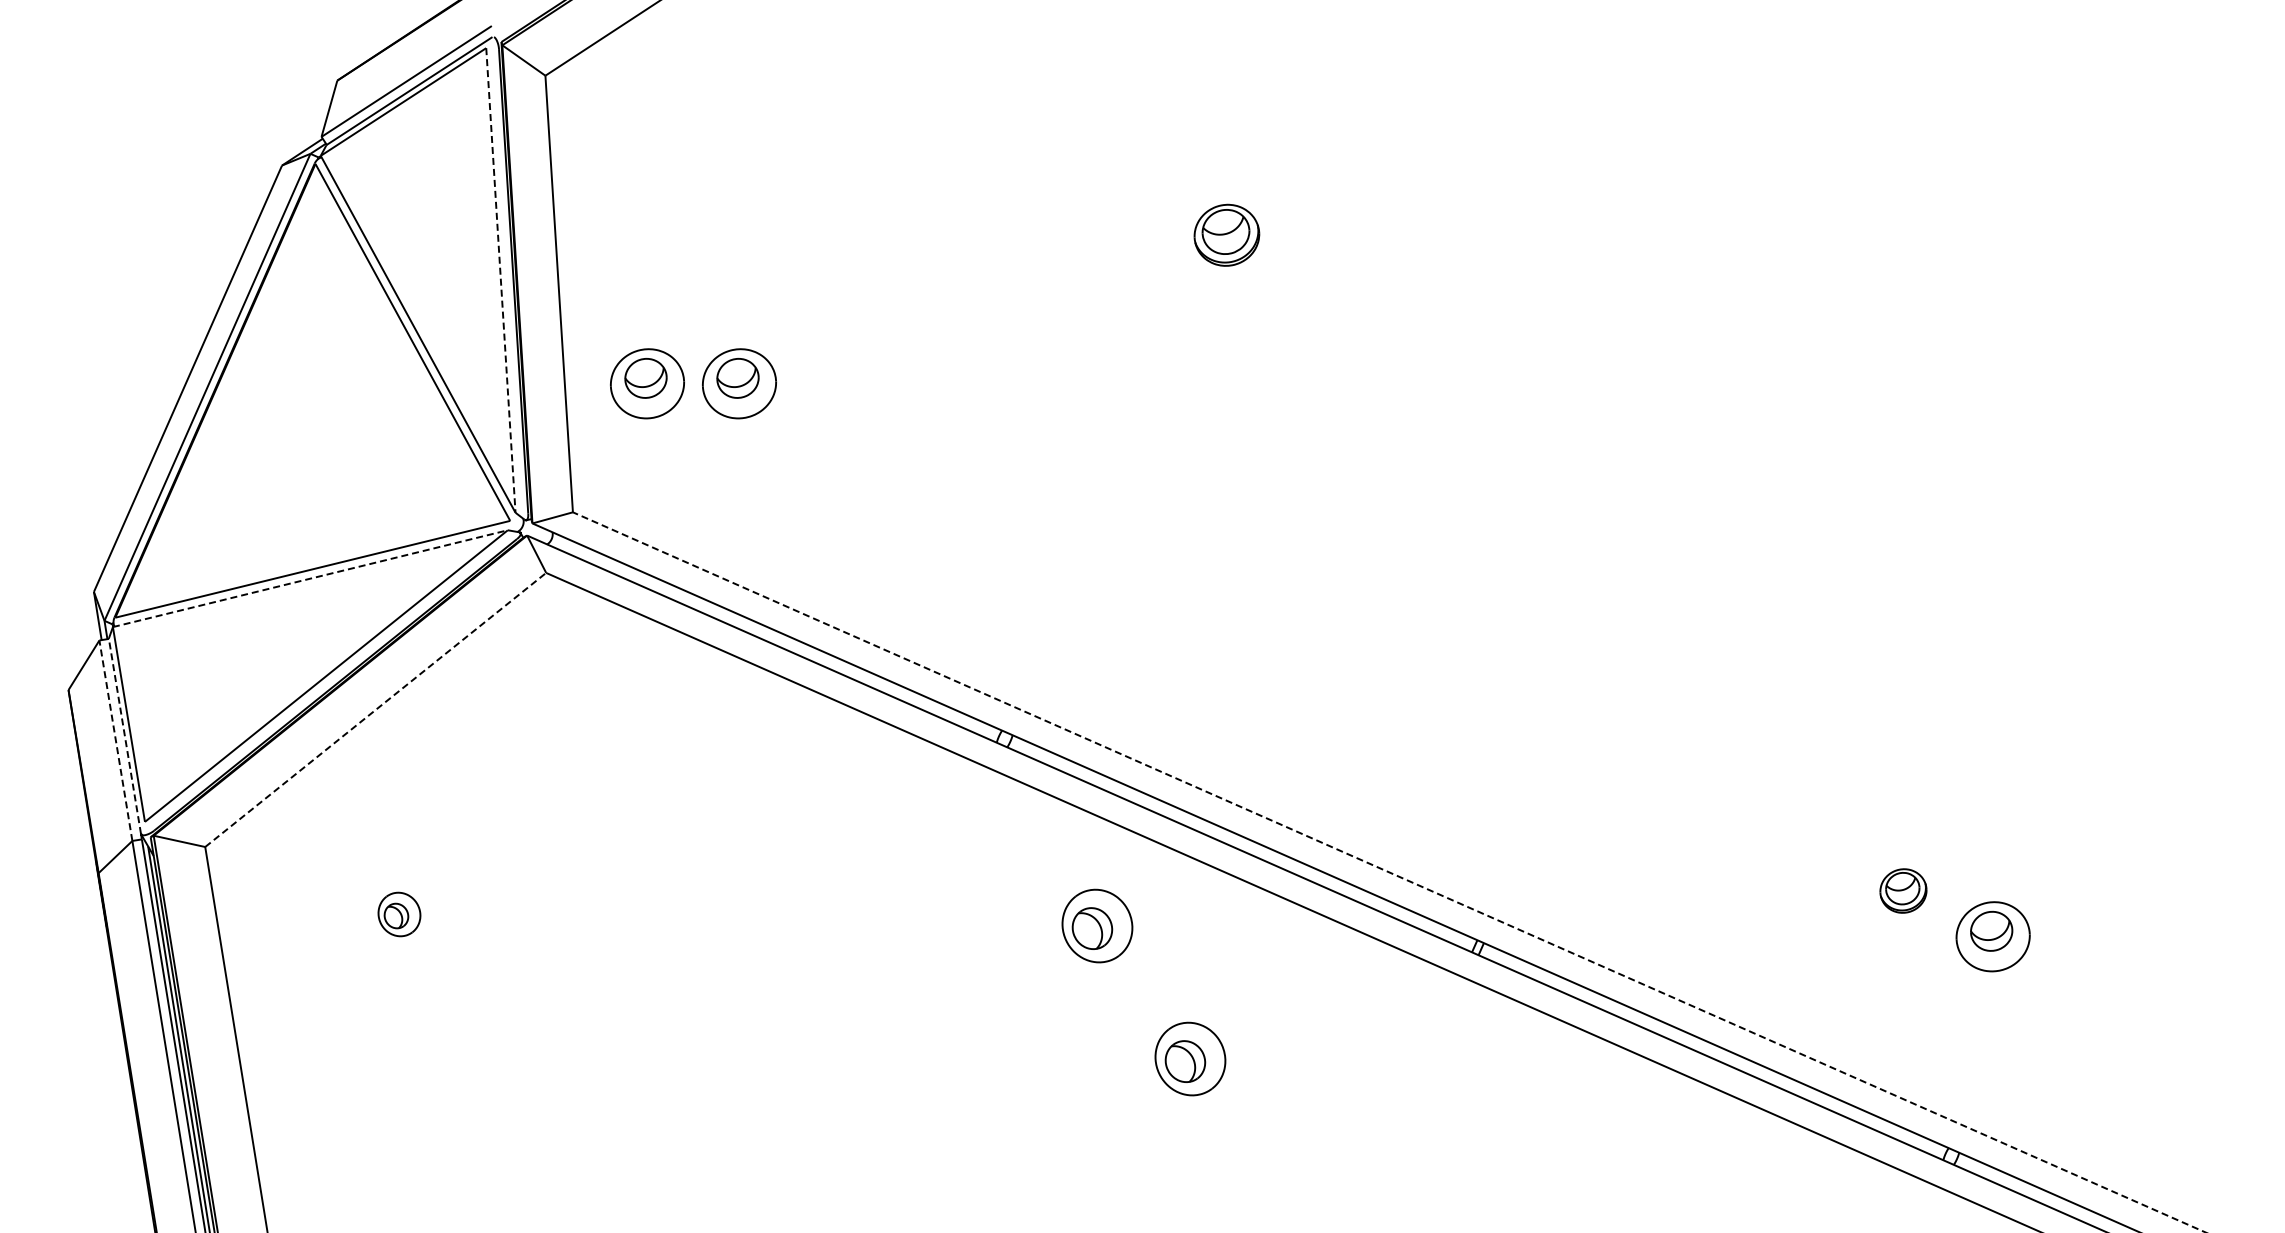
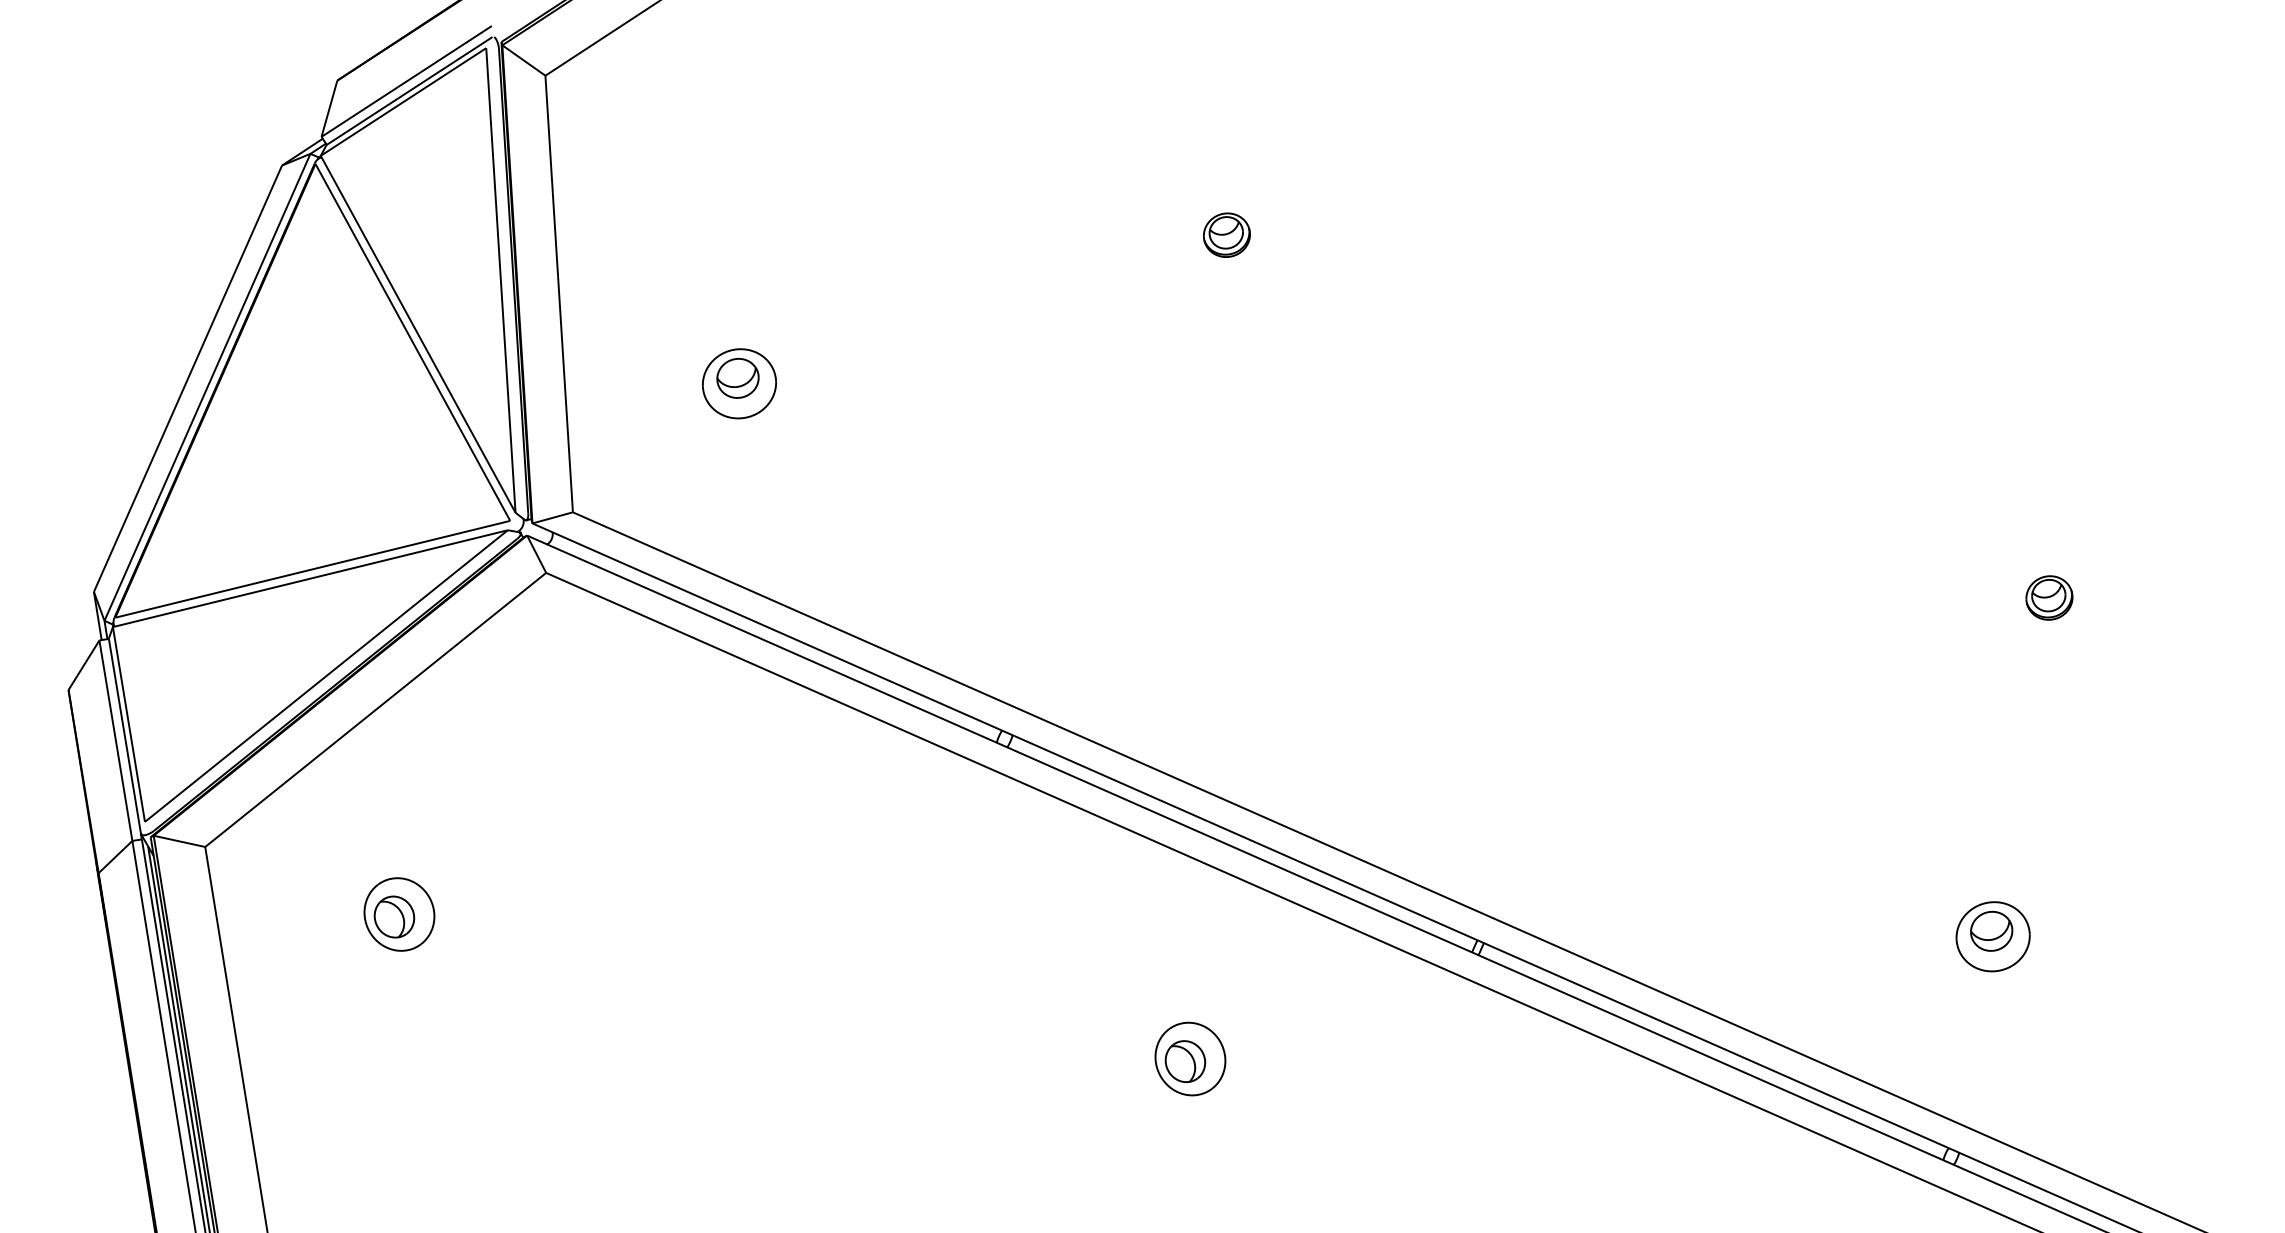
part at (1226, 234) size: 68x64 px -> 48x46 px
line at (500, 280): dashed -> solid
part at (647, 383): present -> none
line at (310, 578): dashed -> solid
line at (375, 709): dashed -> solid
line at (124, 736): dashed -> solid
line at (115, 740): dashed -> solid
line at (1389, 872): dashed -> solid
part at (1903, 890) position: (1903, 890) -> (2049, 597)
part at (399, 914) size: 45x47 px -> 73x75 px
part at (1097, 925): present -> none
